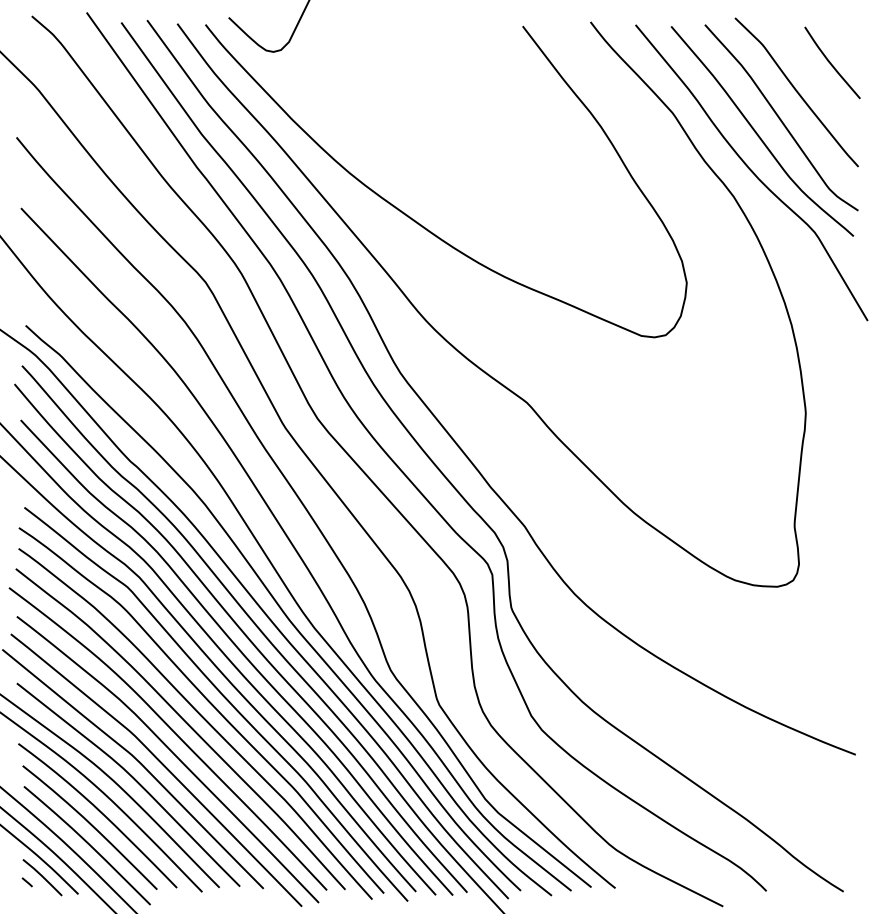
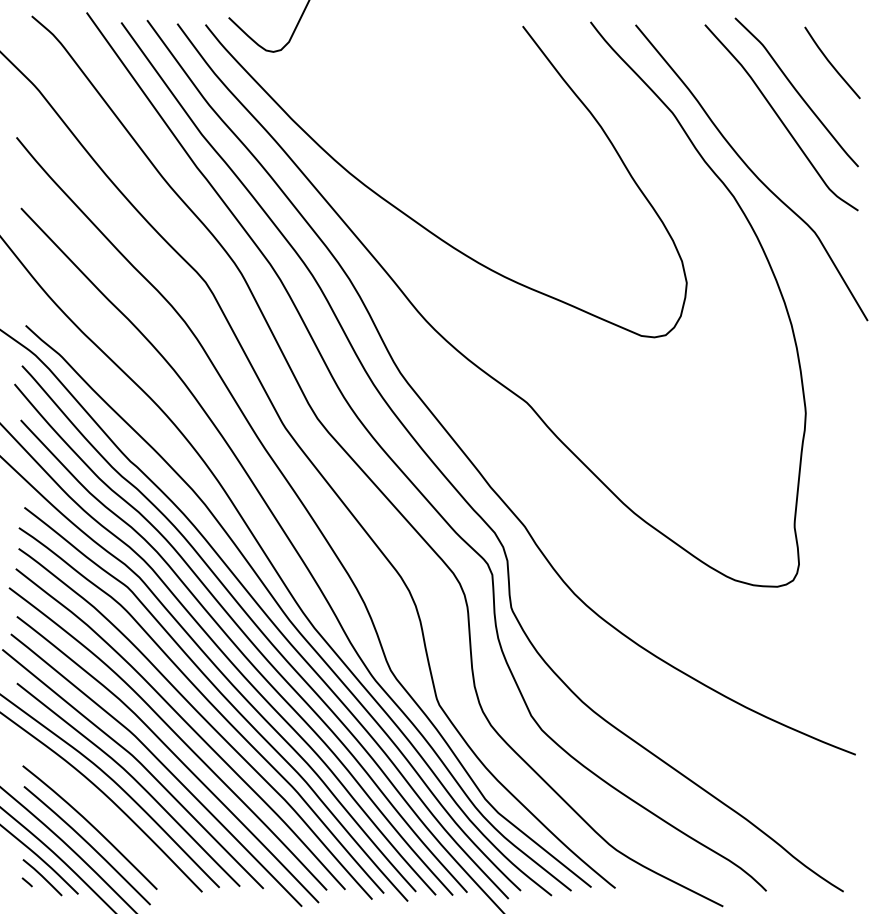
curve at (758, 134): present -> none
curve at (99, 812): present -> none
